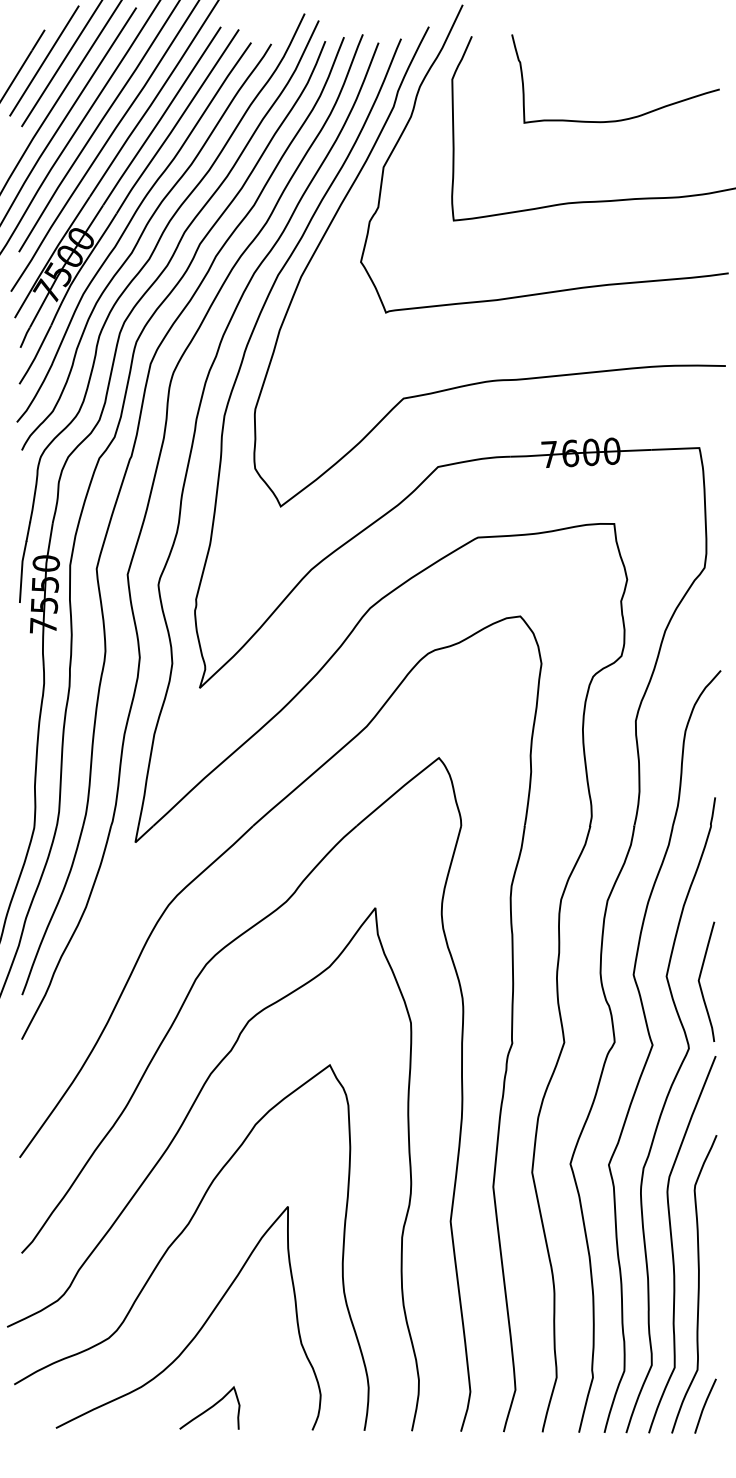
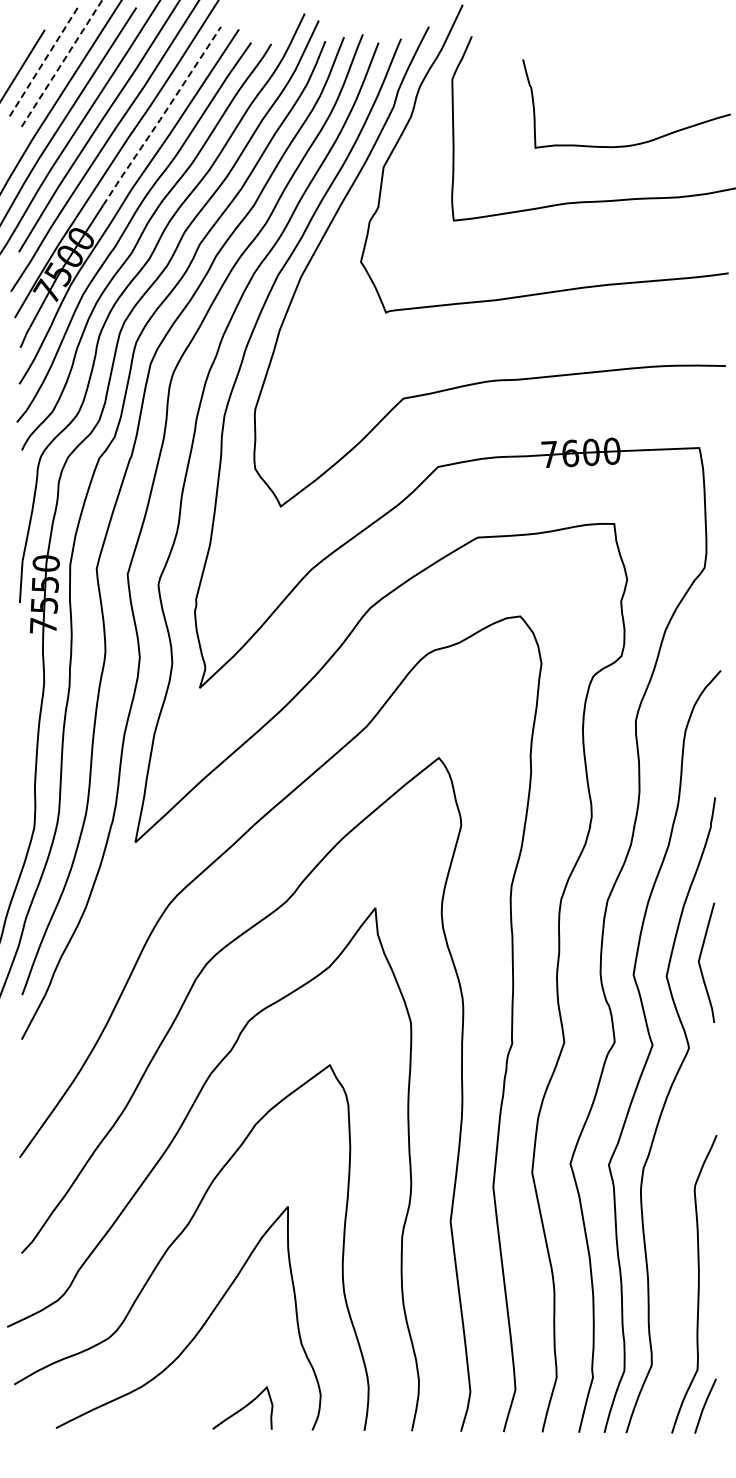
line at (44, 60): solid -> dashed
line at (61, 63): solid -> dashed
line at (161, 117): solid -> dashed
curve at (624, 118) position: (624, 118) -> (635, 143)
curve at (700, 982) position: (700, 982) -> (700, 963)
curve at (673, 1247): present -> none
curve at (209, 1407) position: (209, 1407) -> (242, 1407)
